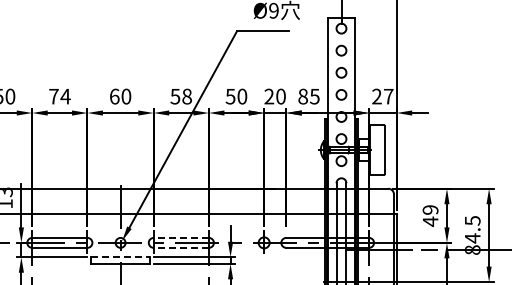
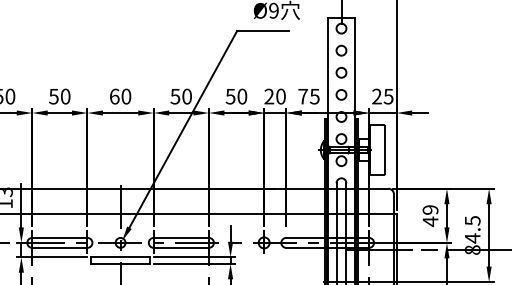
text at (59, 96): 74 -> 50
text at (186, 96): 58 -> 50
text at (303, 96): 85 -> 75
text at (388, 96): 27 -> 25
line at (181, 237): dashed -> solid
line at (181, 247): dashed -> solid
line at (121, 257): dashed -> solid
